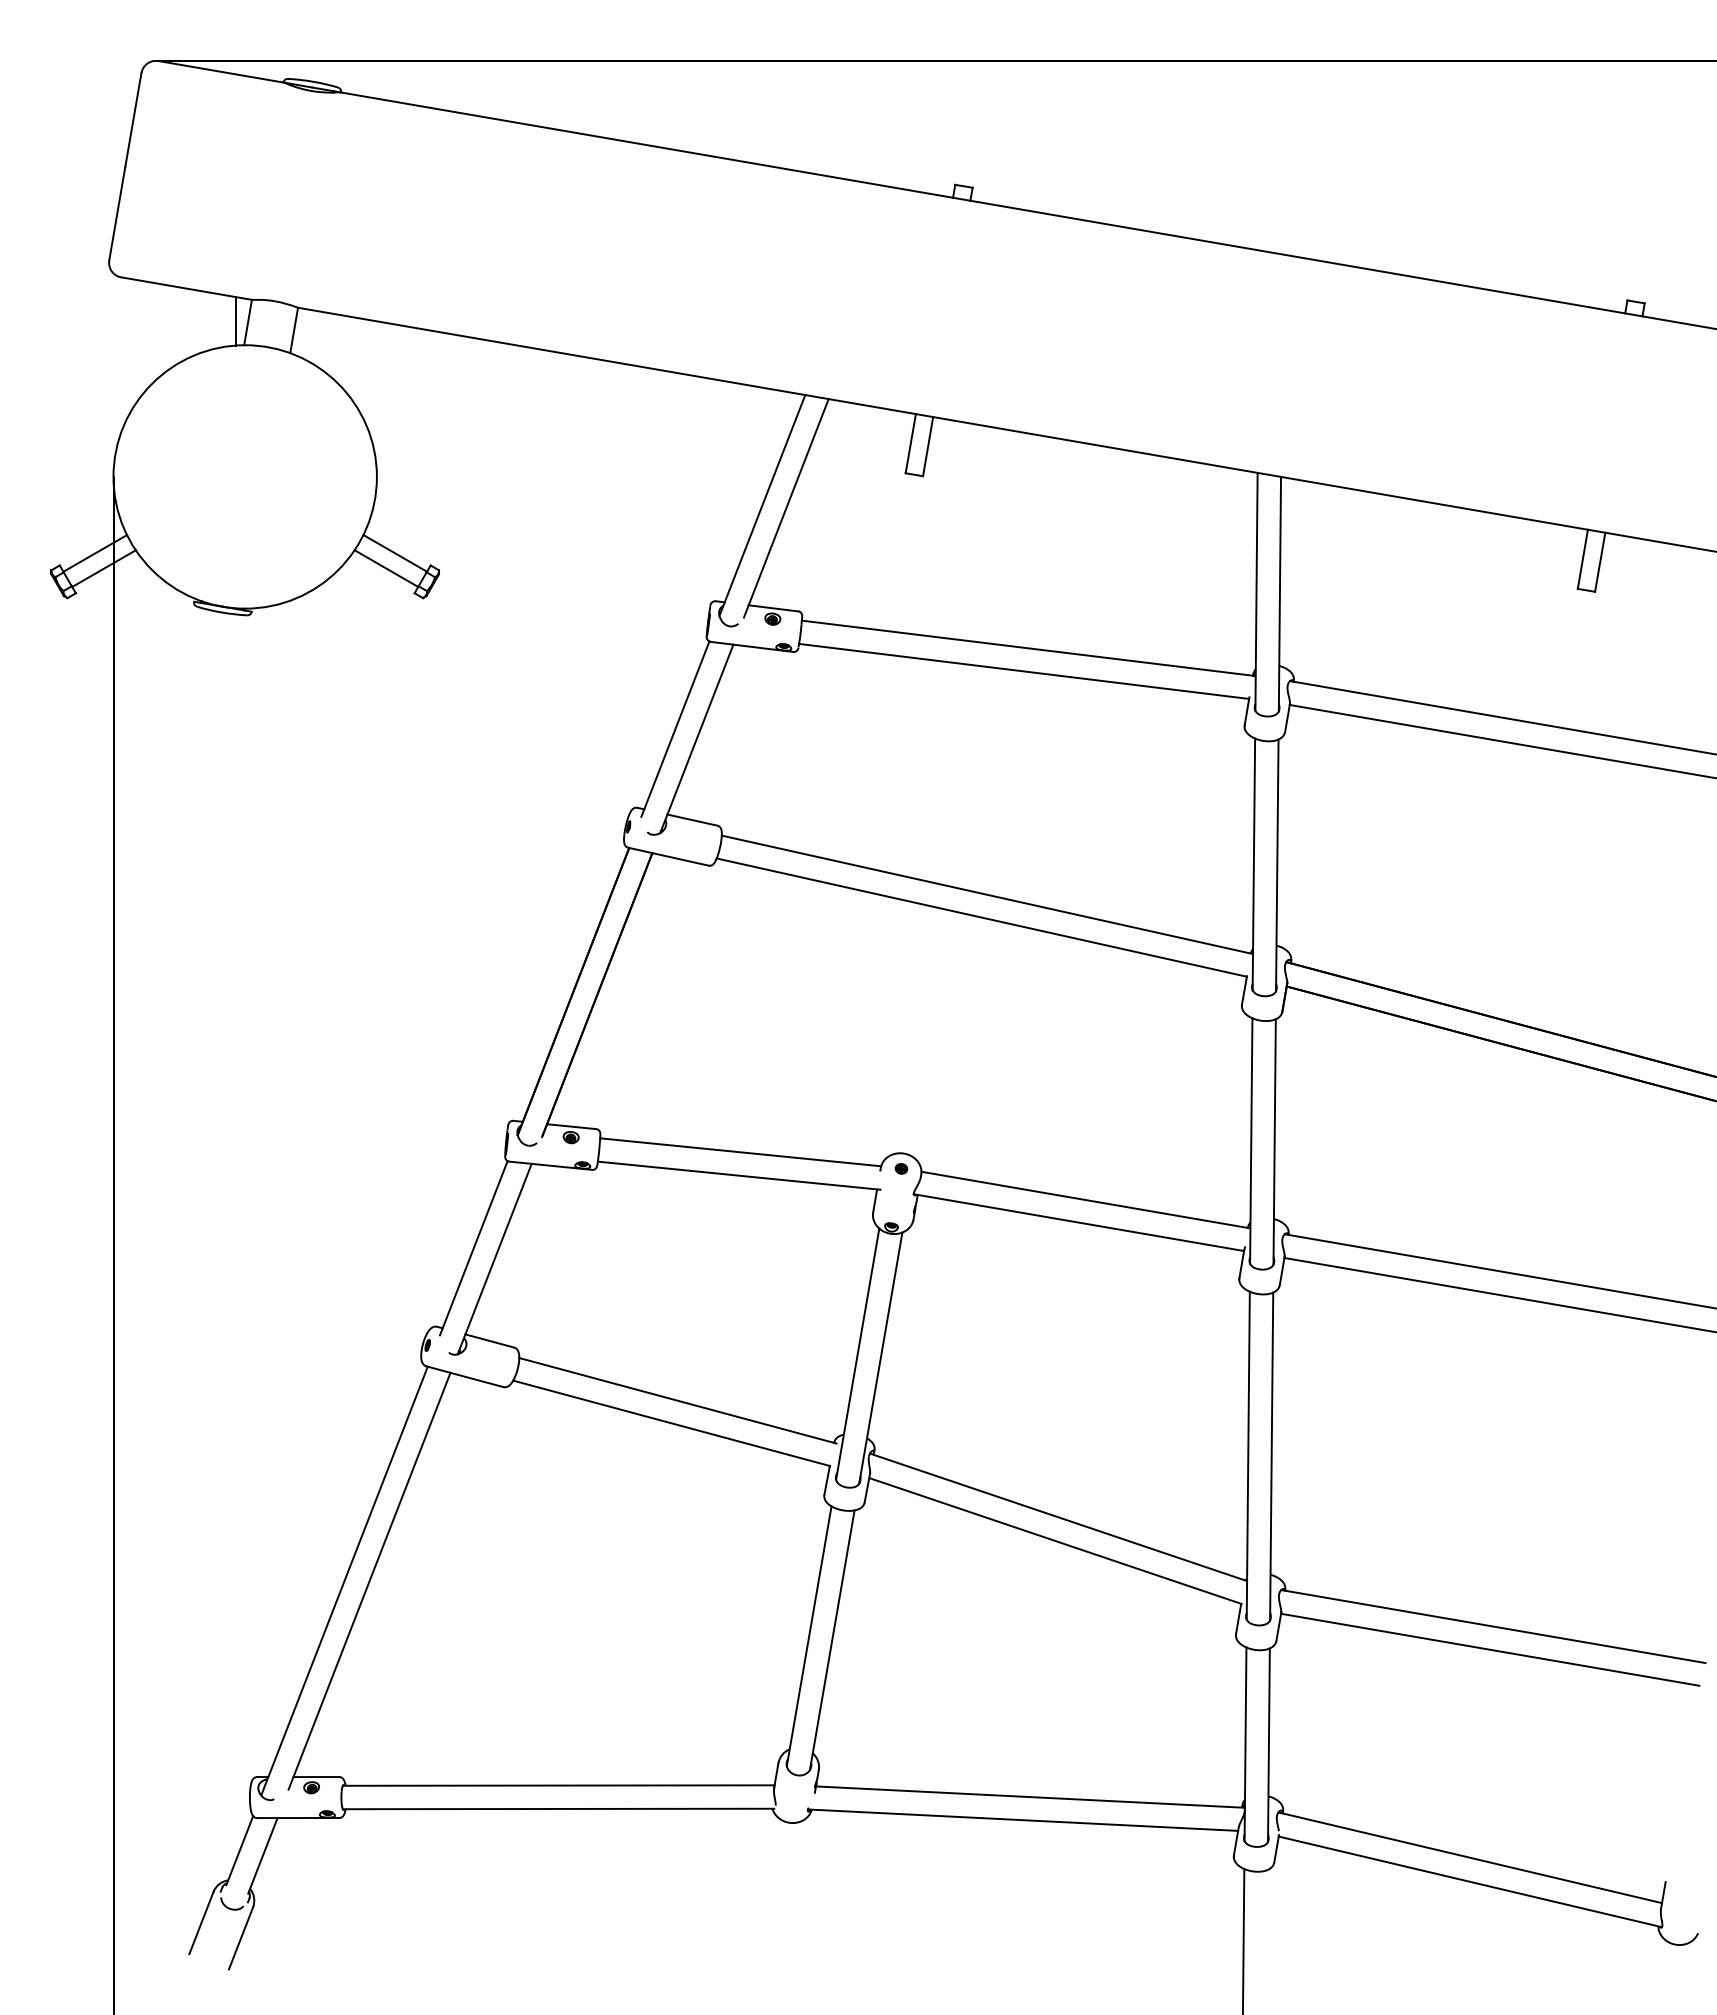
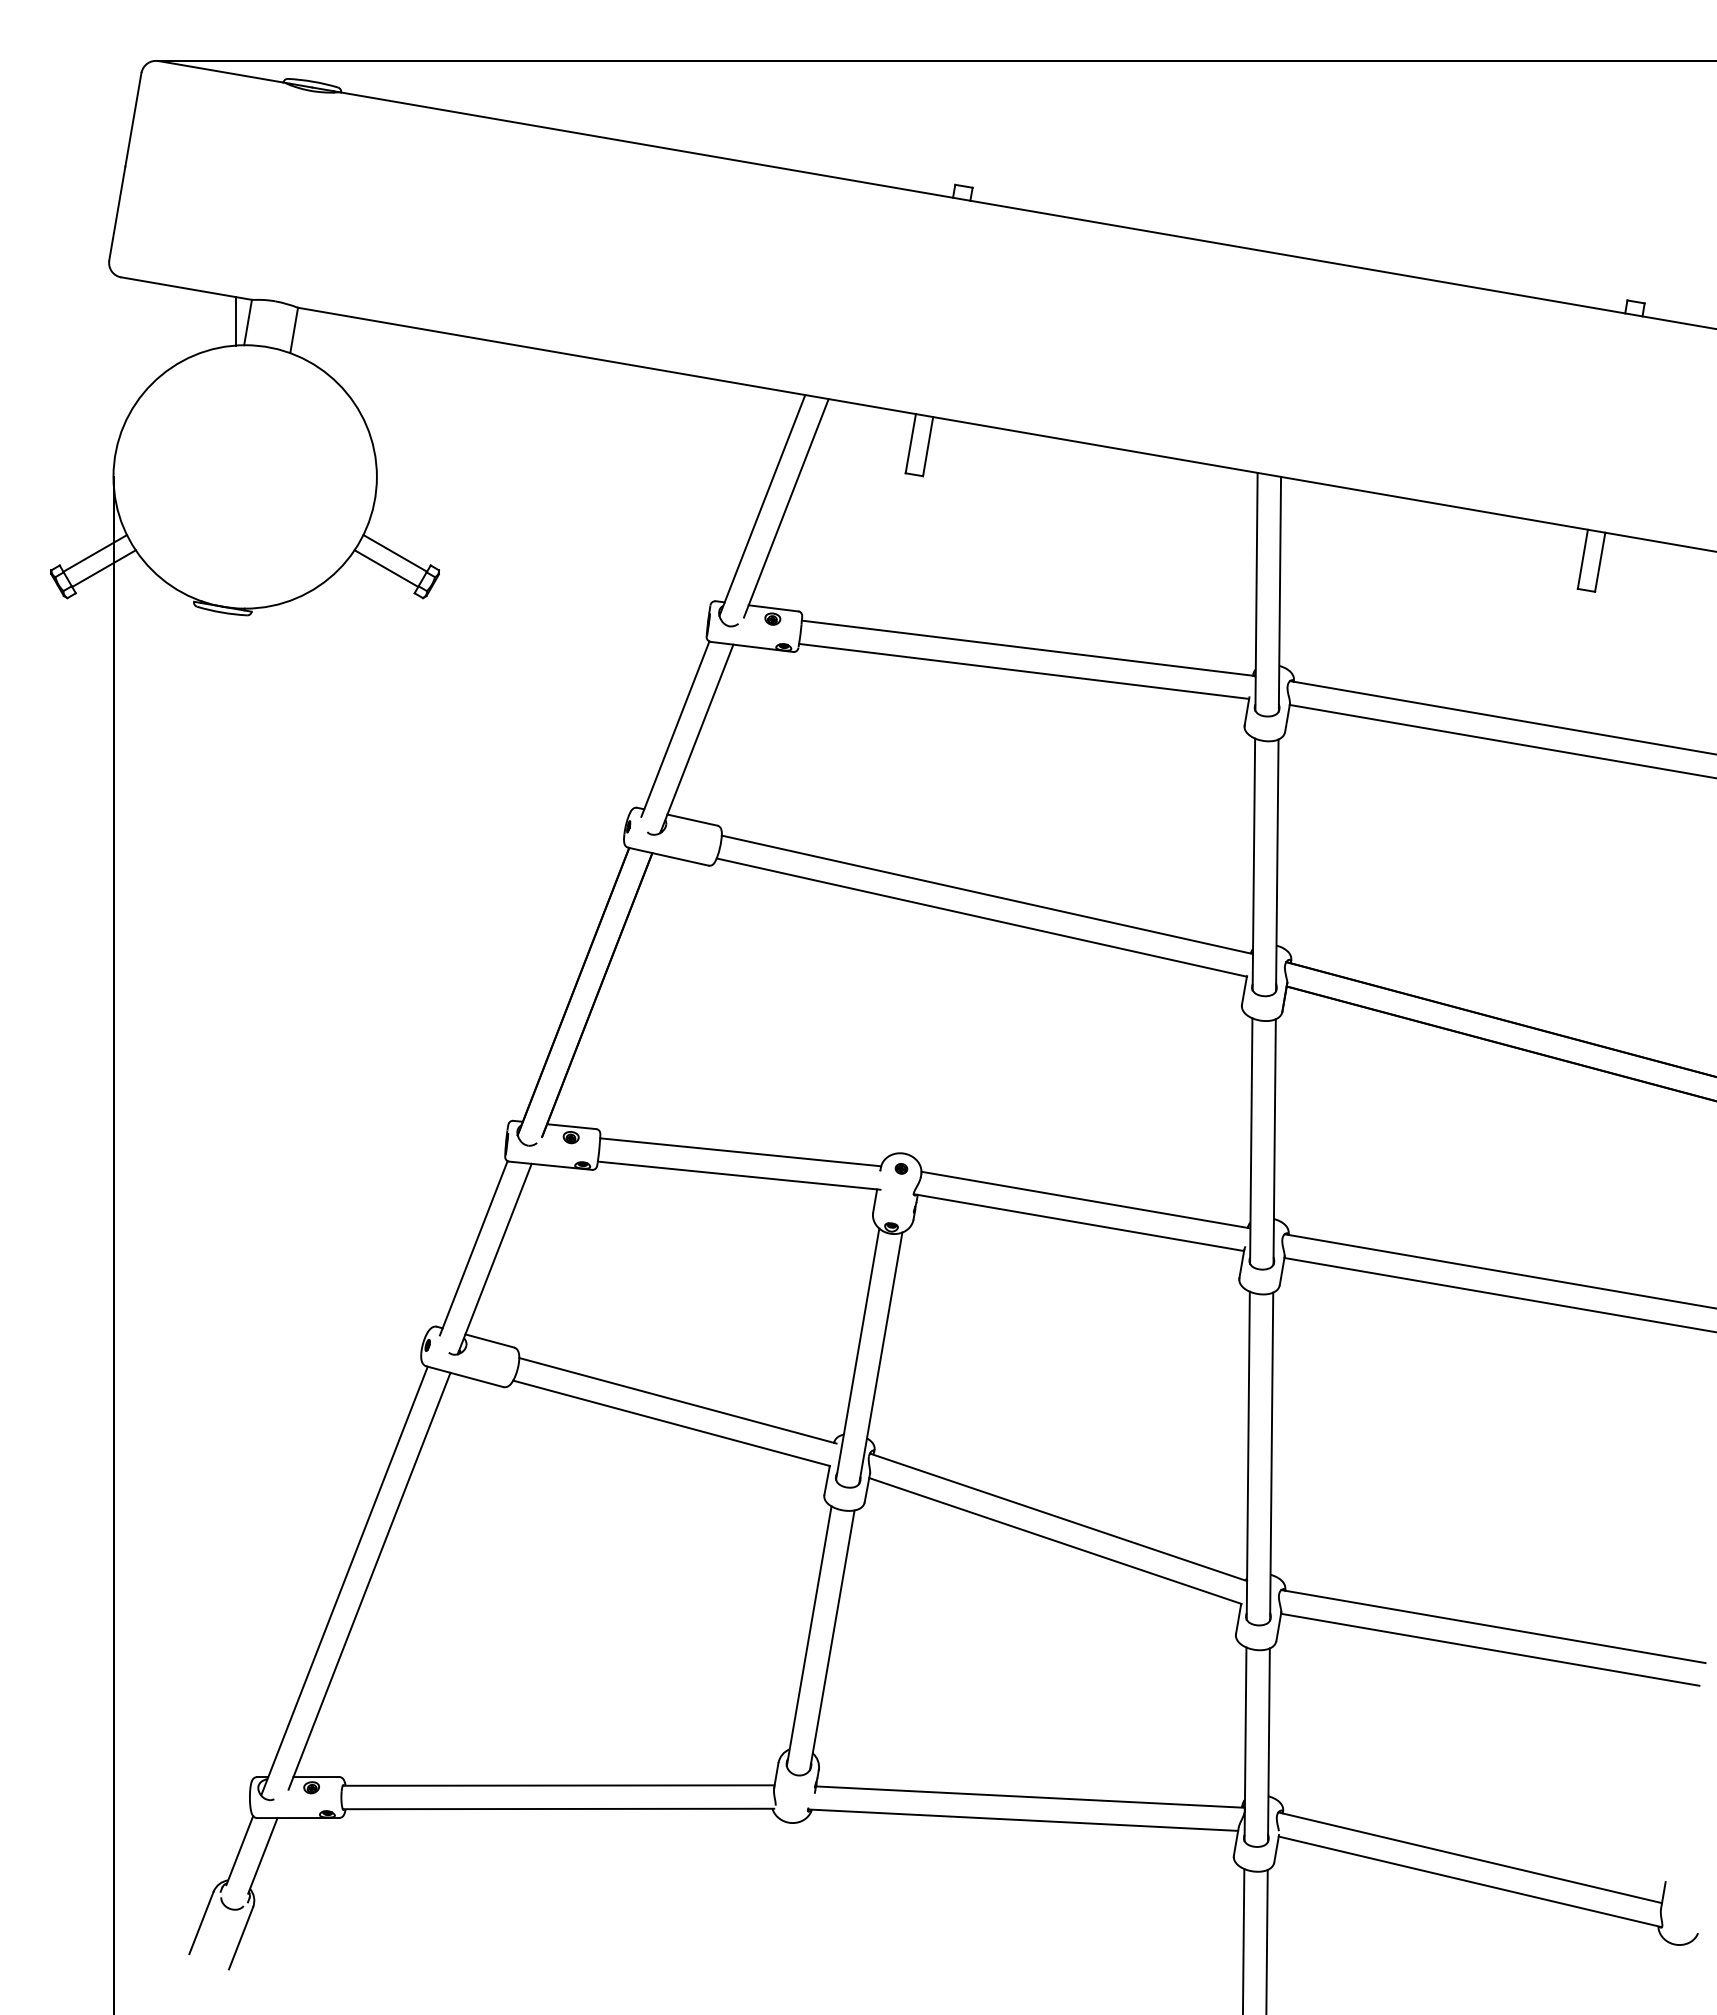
line at (1266, 1940): none -> present
